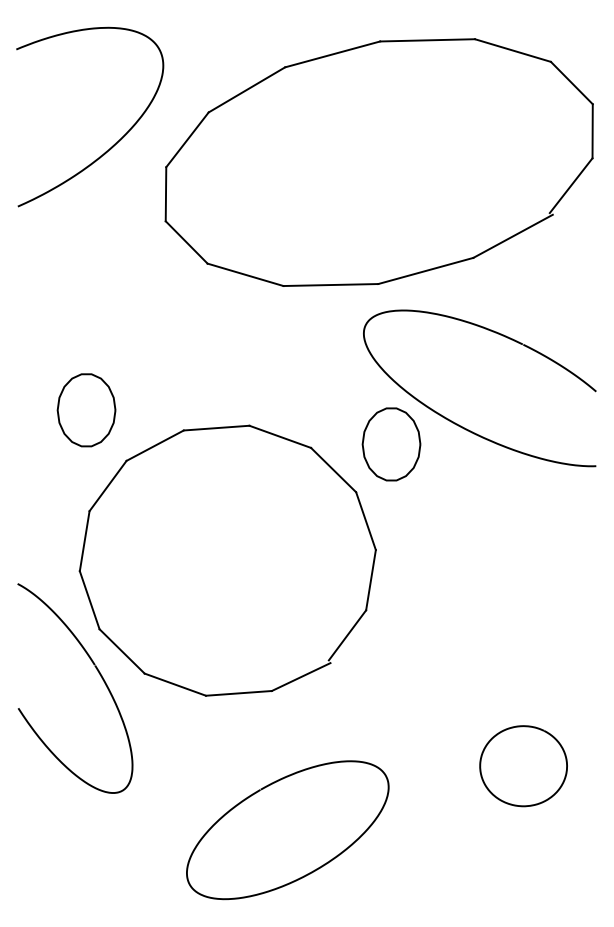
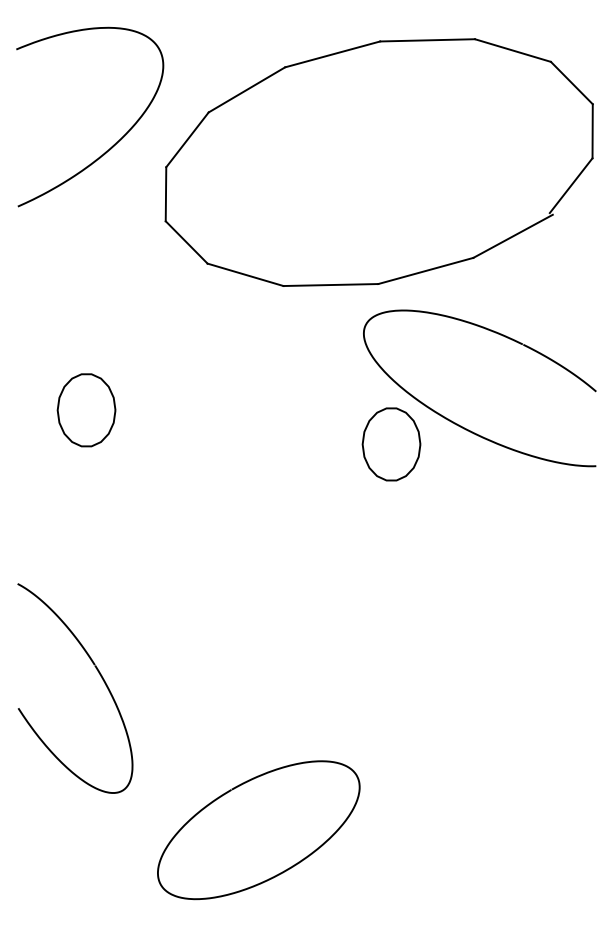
part at (227, 560): present -> none
curve at (265, 788) position: (265, 788) -> (236, 788)
curve at (516, 804): present -> none
